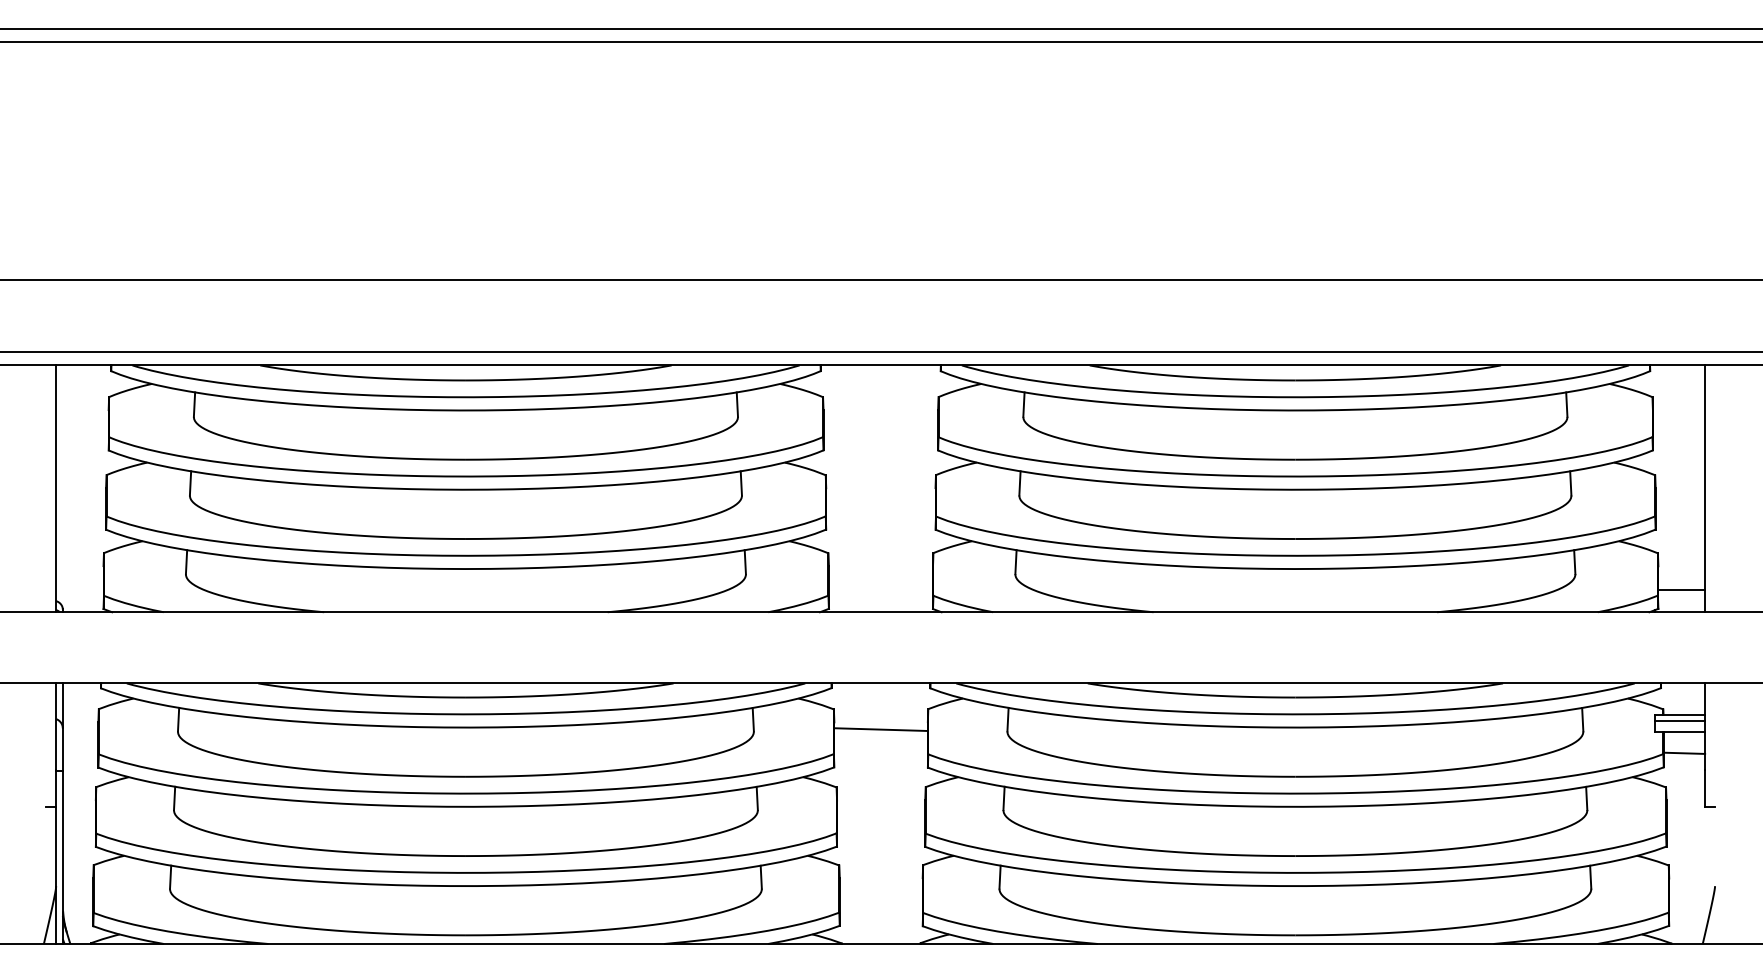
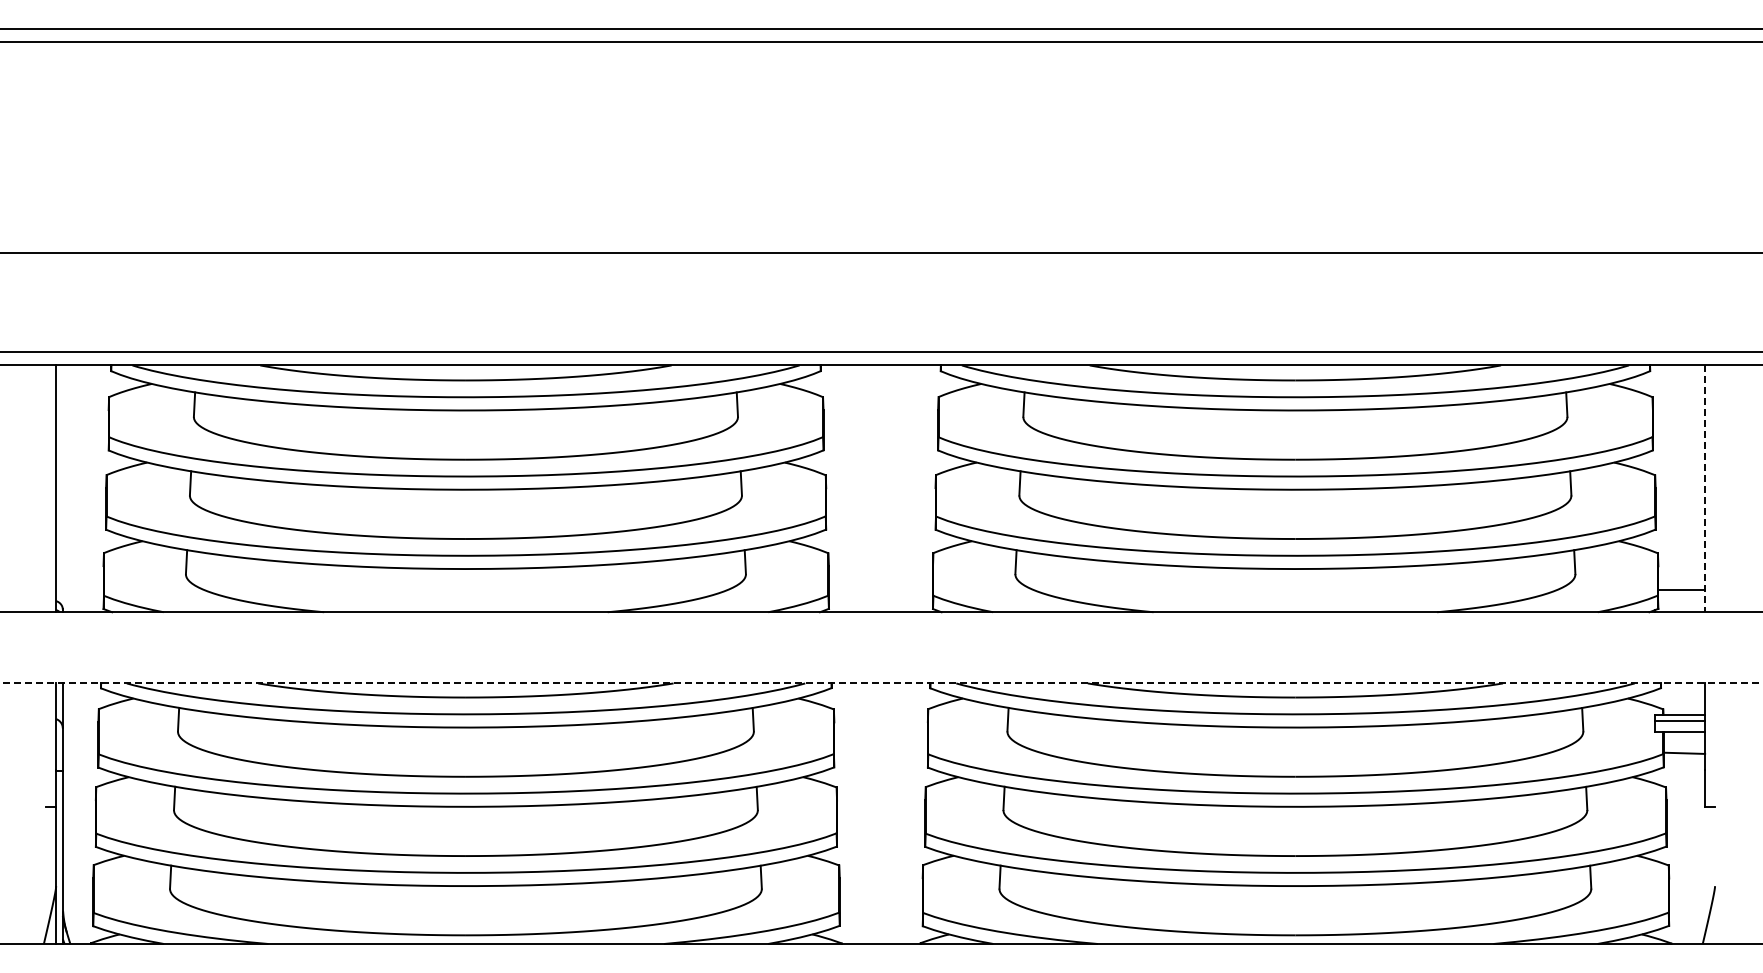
line at (880, 280) position: (880, 280) -> (880, 253)
line at (1705, 489): solid -> dashed
line at (881, 683): solid -> dashed
line at (880, 729): present -> none
